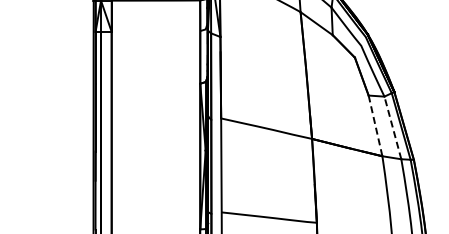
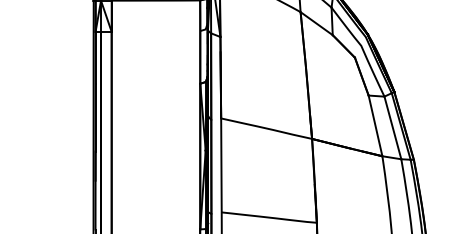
line at (375, 126): dashed -> solid
line at (392, 127): dashed -> solid
